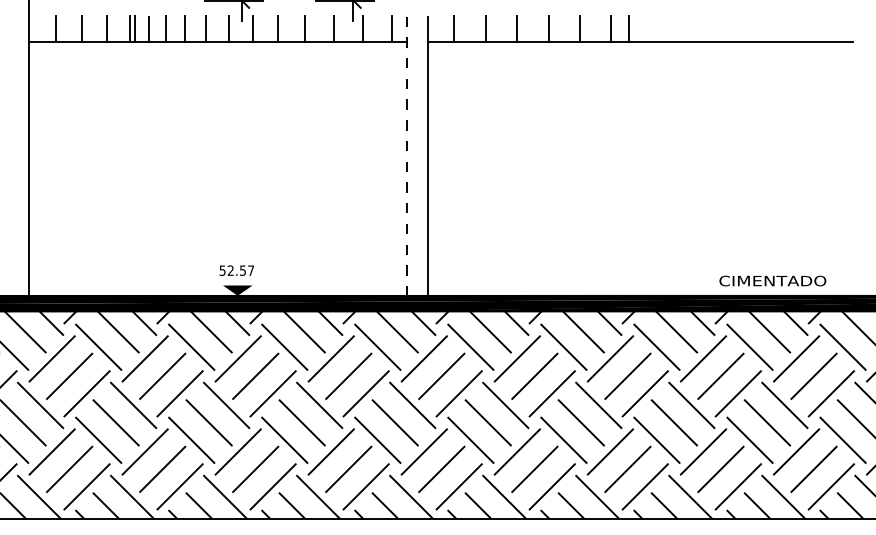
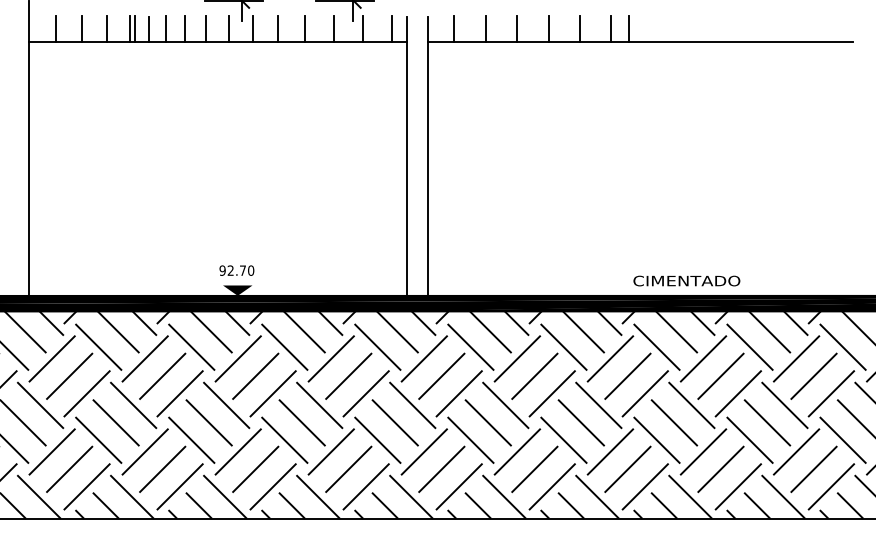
line at (407, 156): dashed -> solid
text at (236, 270): 52.57 -> 92.70
text at (772, 280) position: (772, 280) -> (686, 280)
